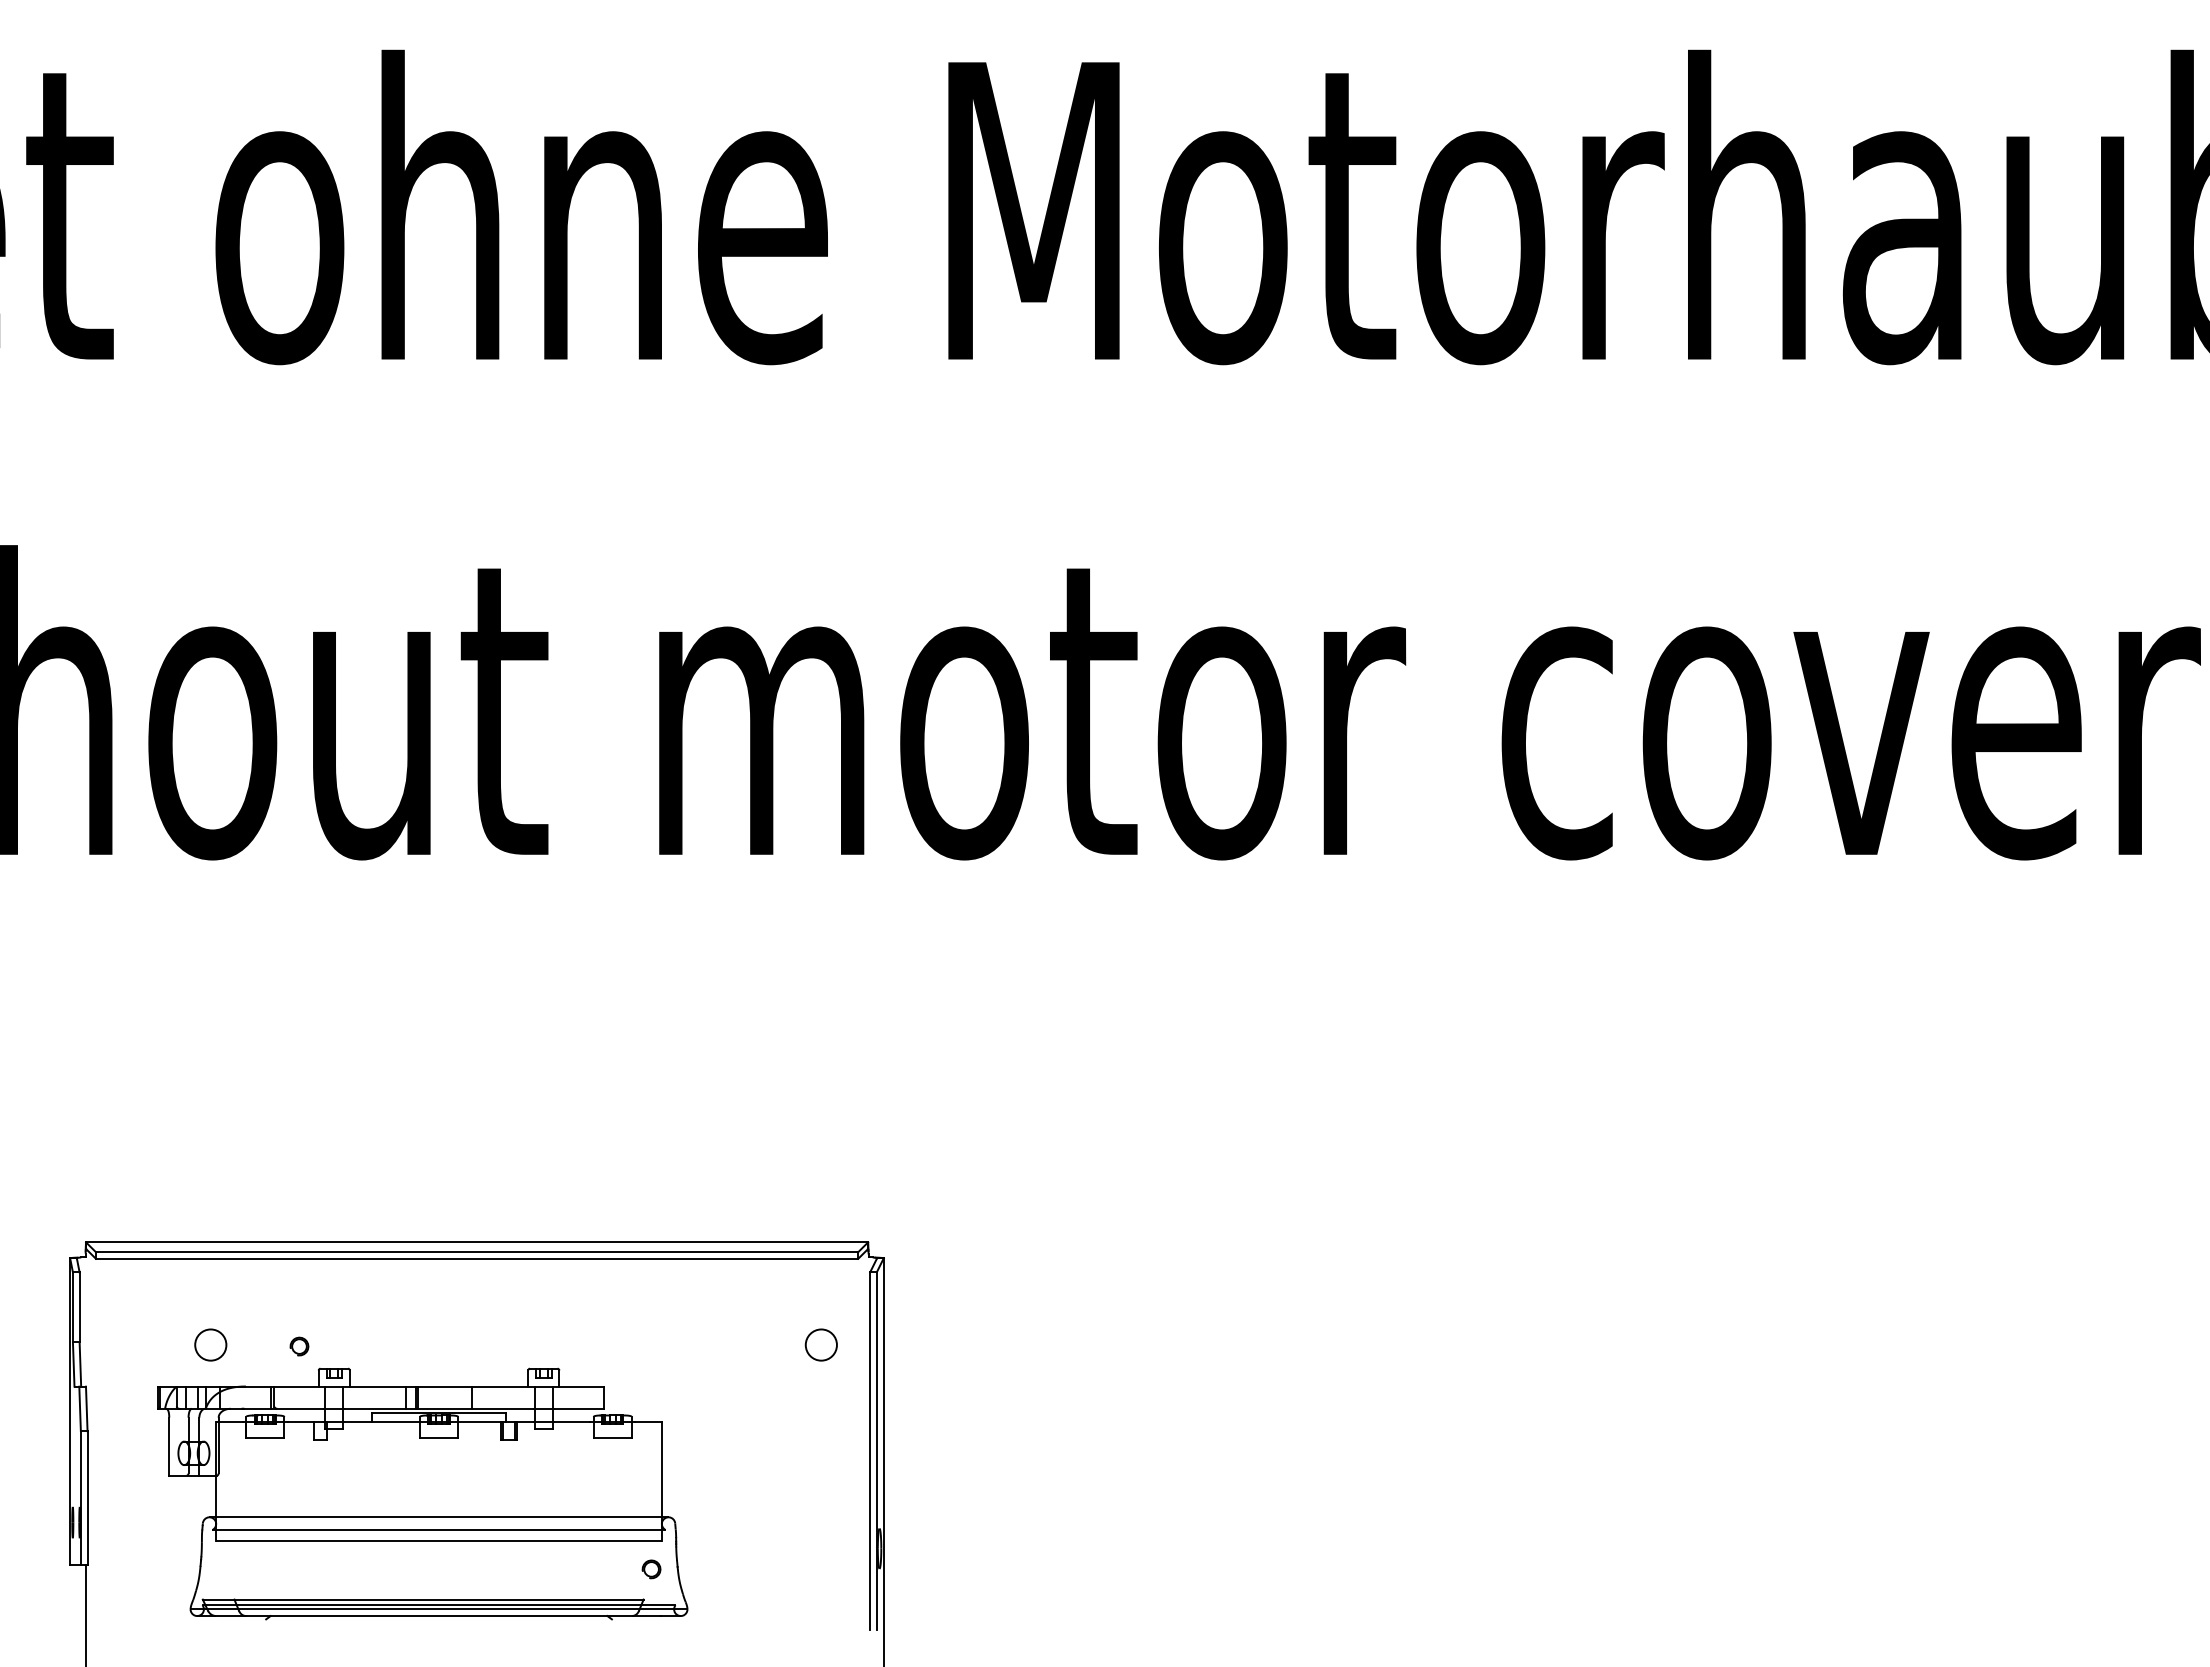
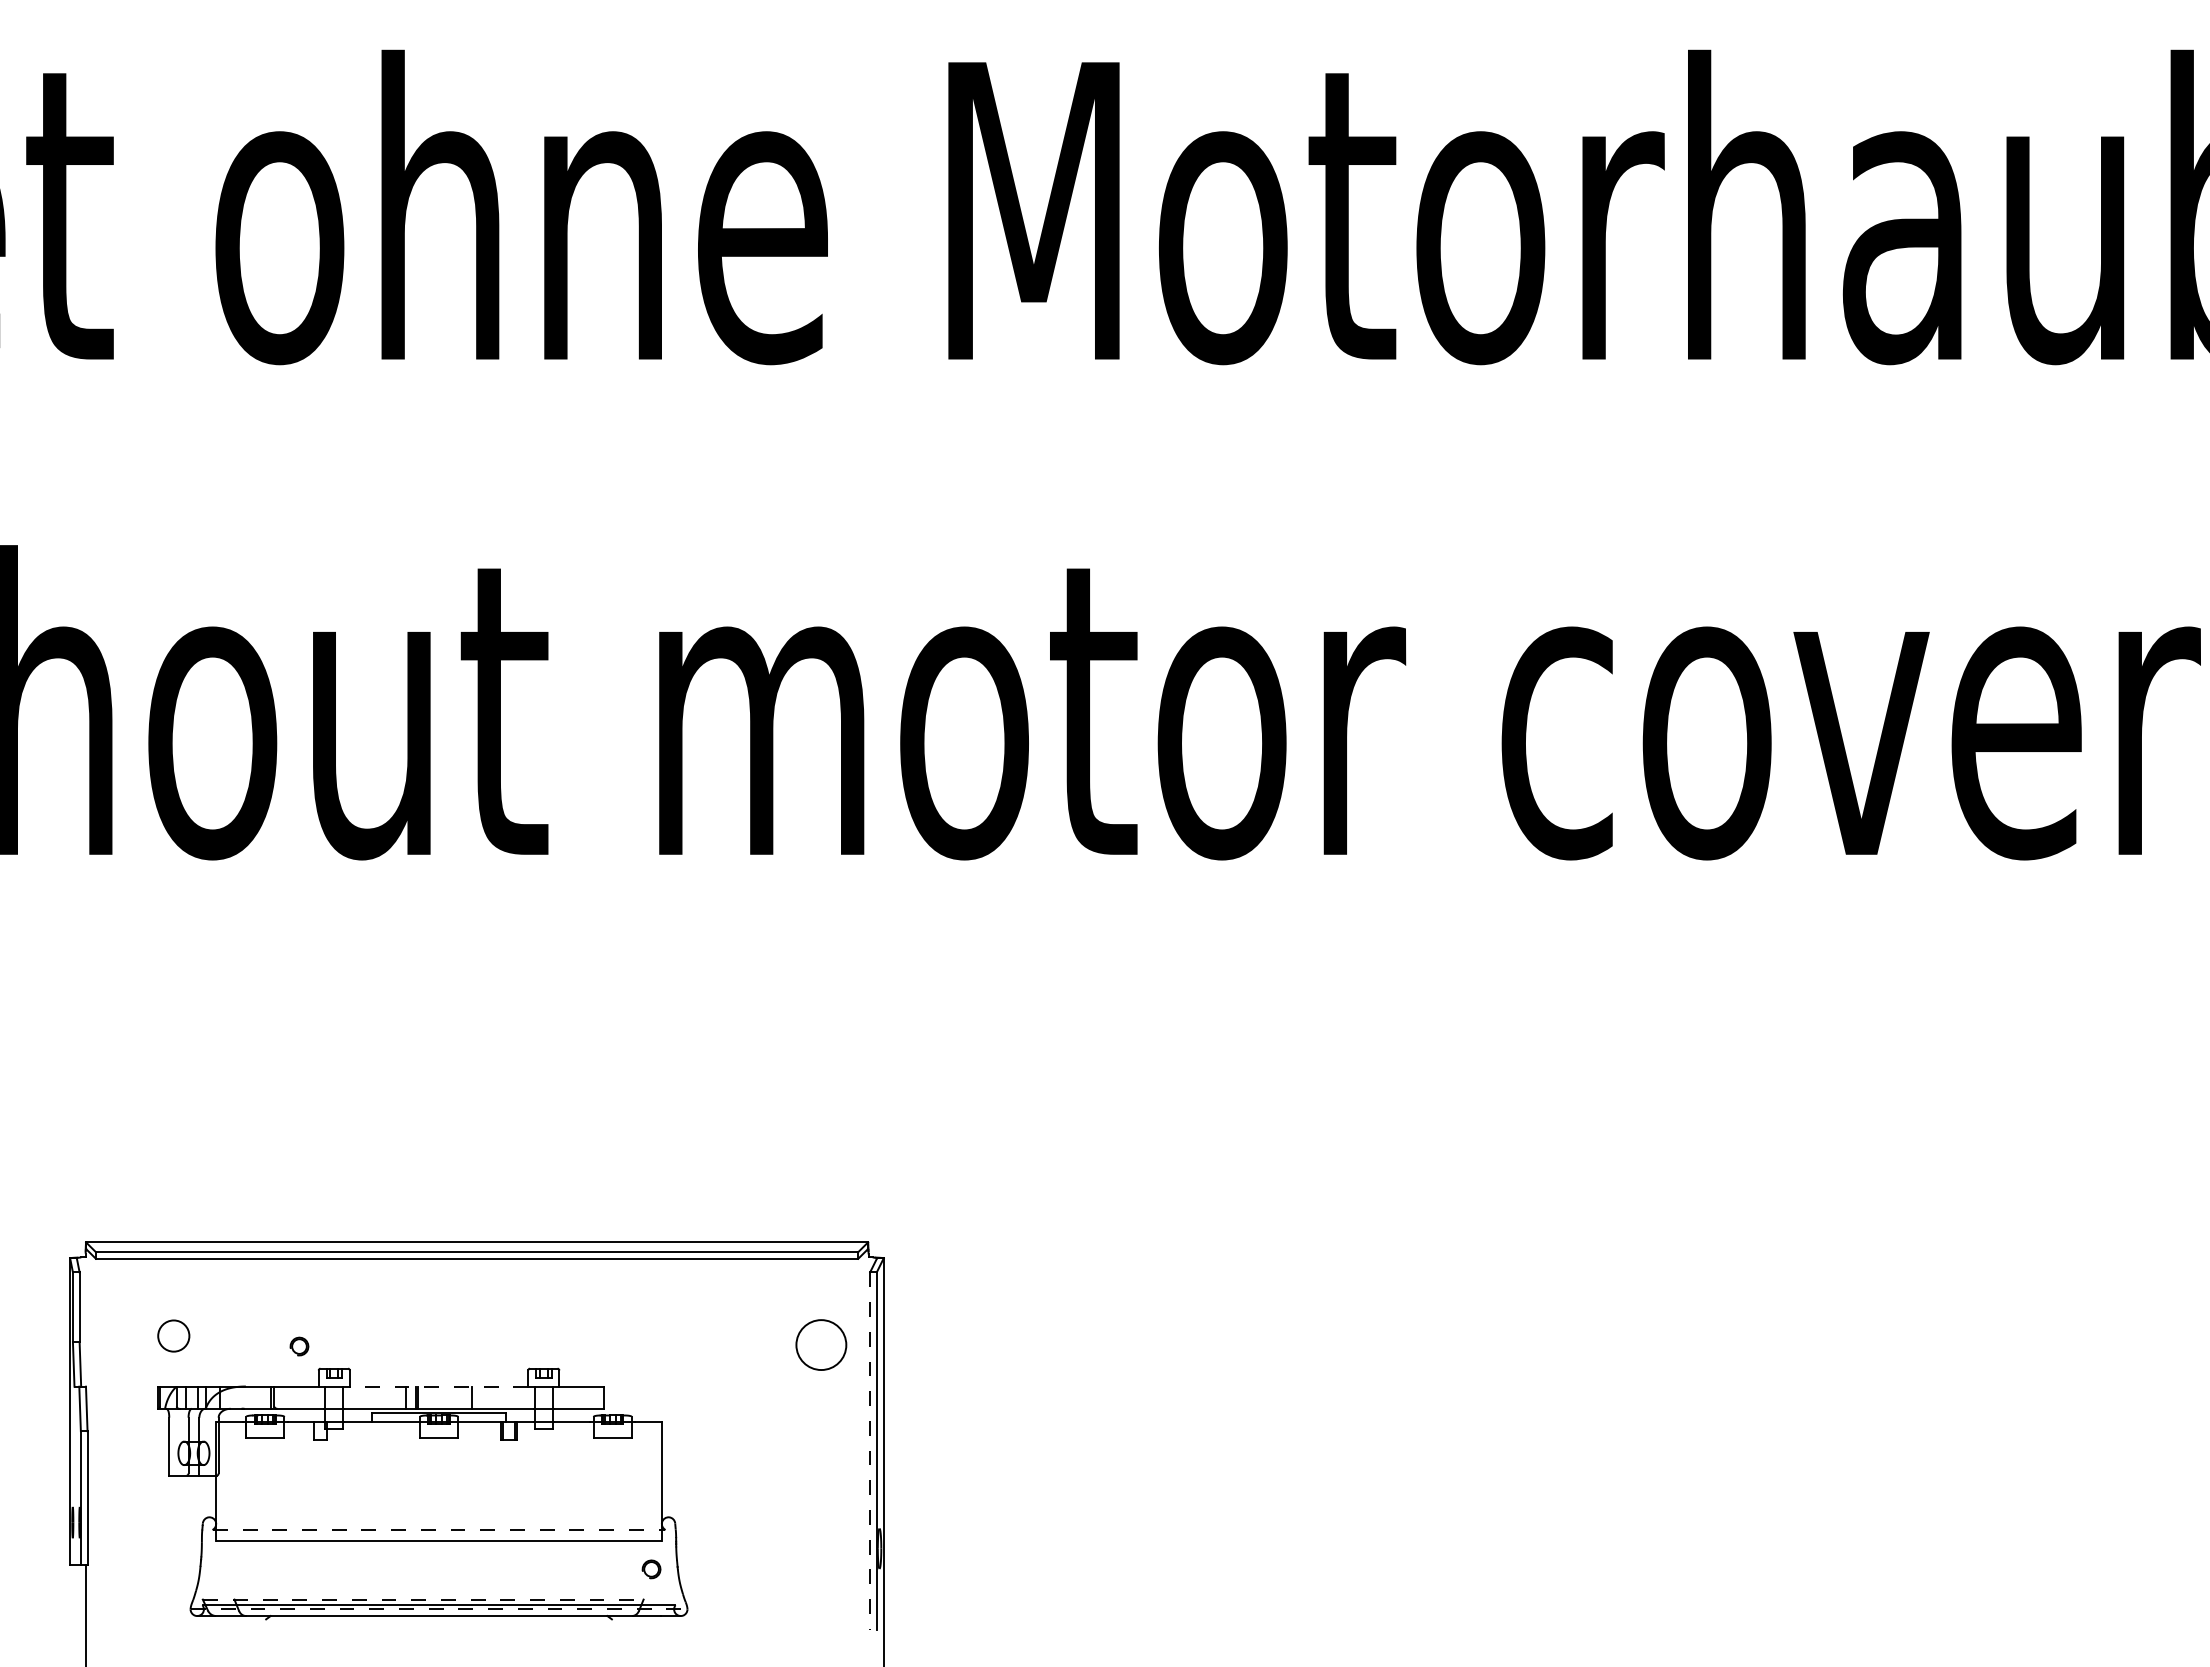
circle at (210, 1344) position: (210, 1344) -> (173, 1335)
circle at (820, 1344) diameter: 31 px -> 50 px
line at (438, 1386): solid -> dashed
line at (870, 1451): solid -> dashed
line at (438, 1517): present -> none
line at (439, 1529): solid -> dashed
line at (423, 1599): solid -> dashed
line at (439, 1609): solid -> dashed
